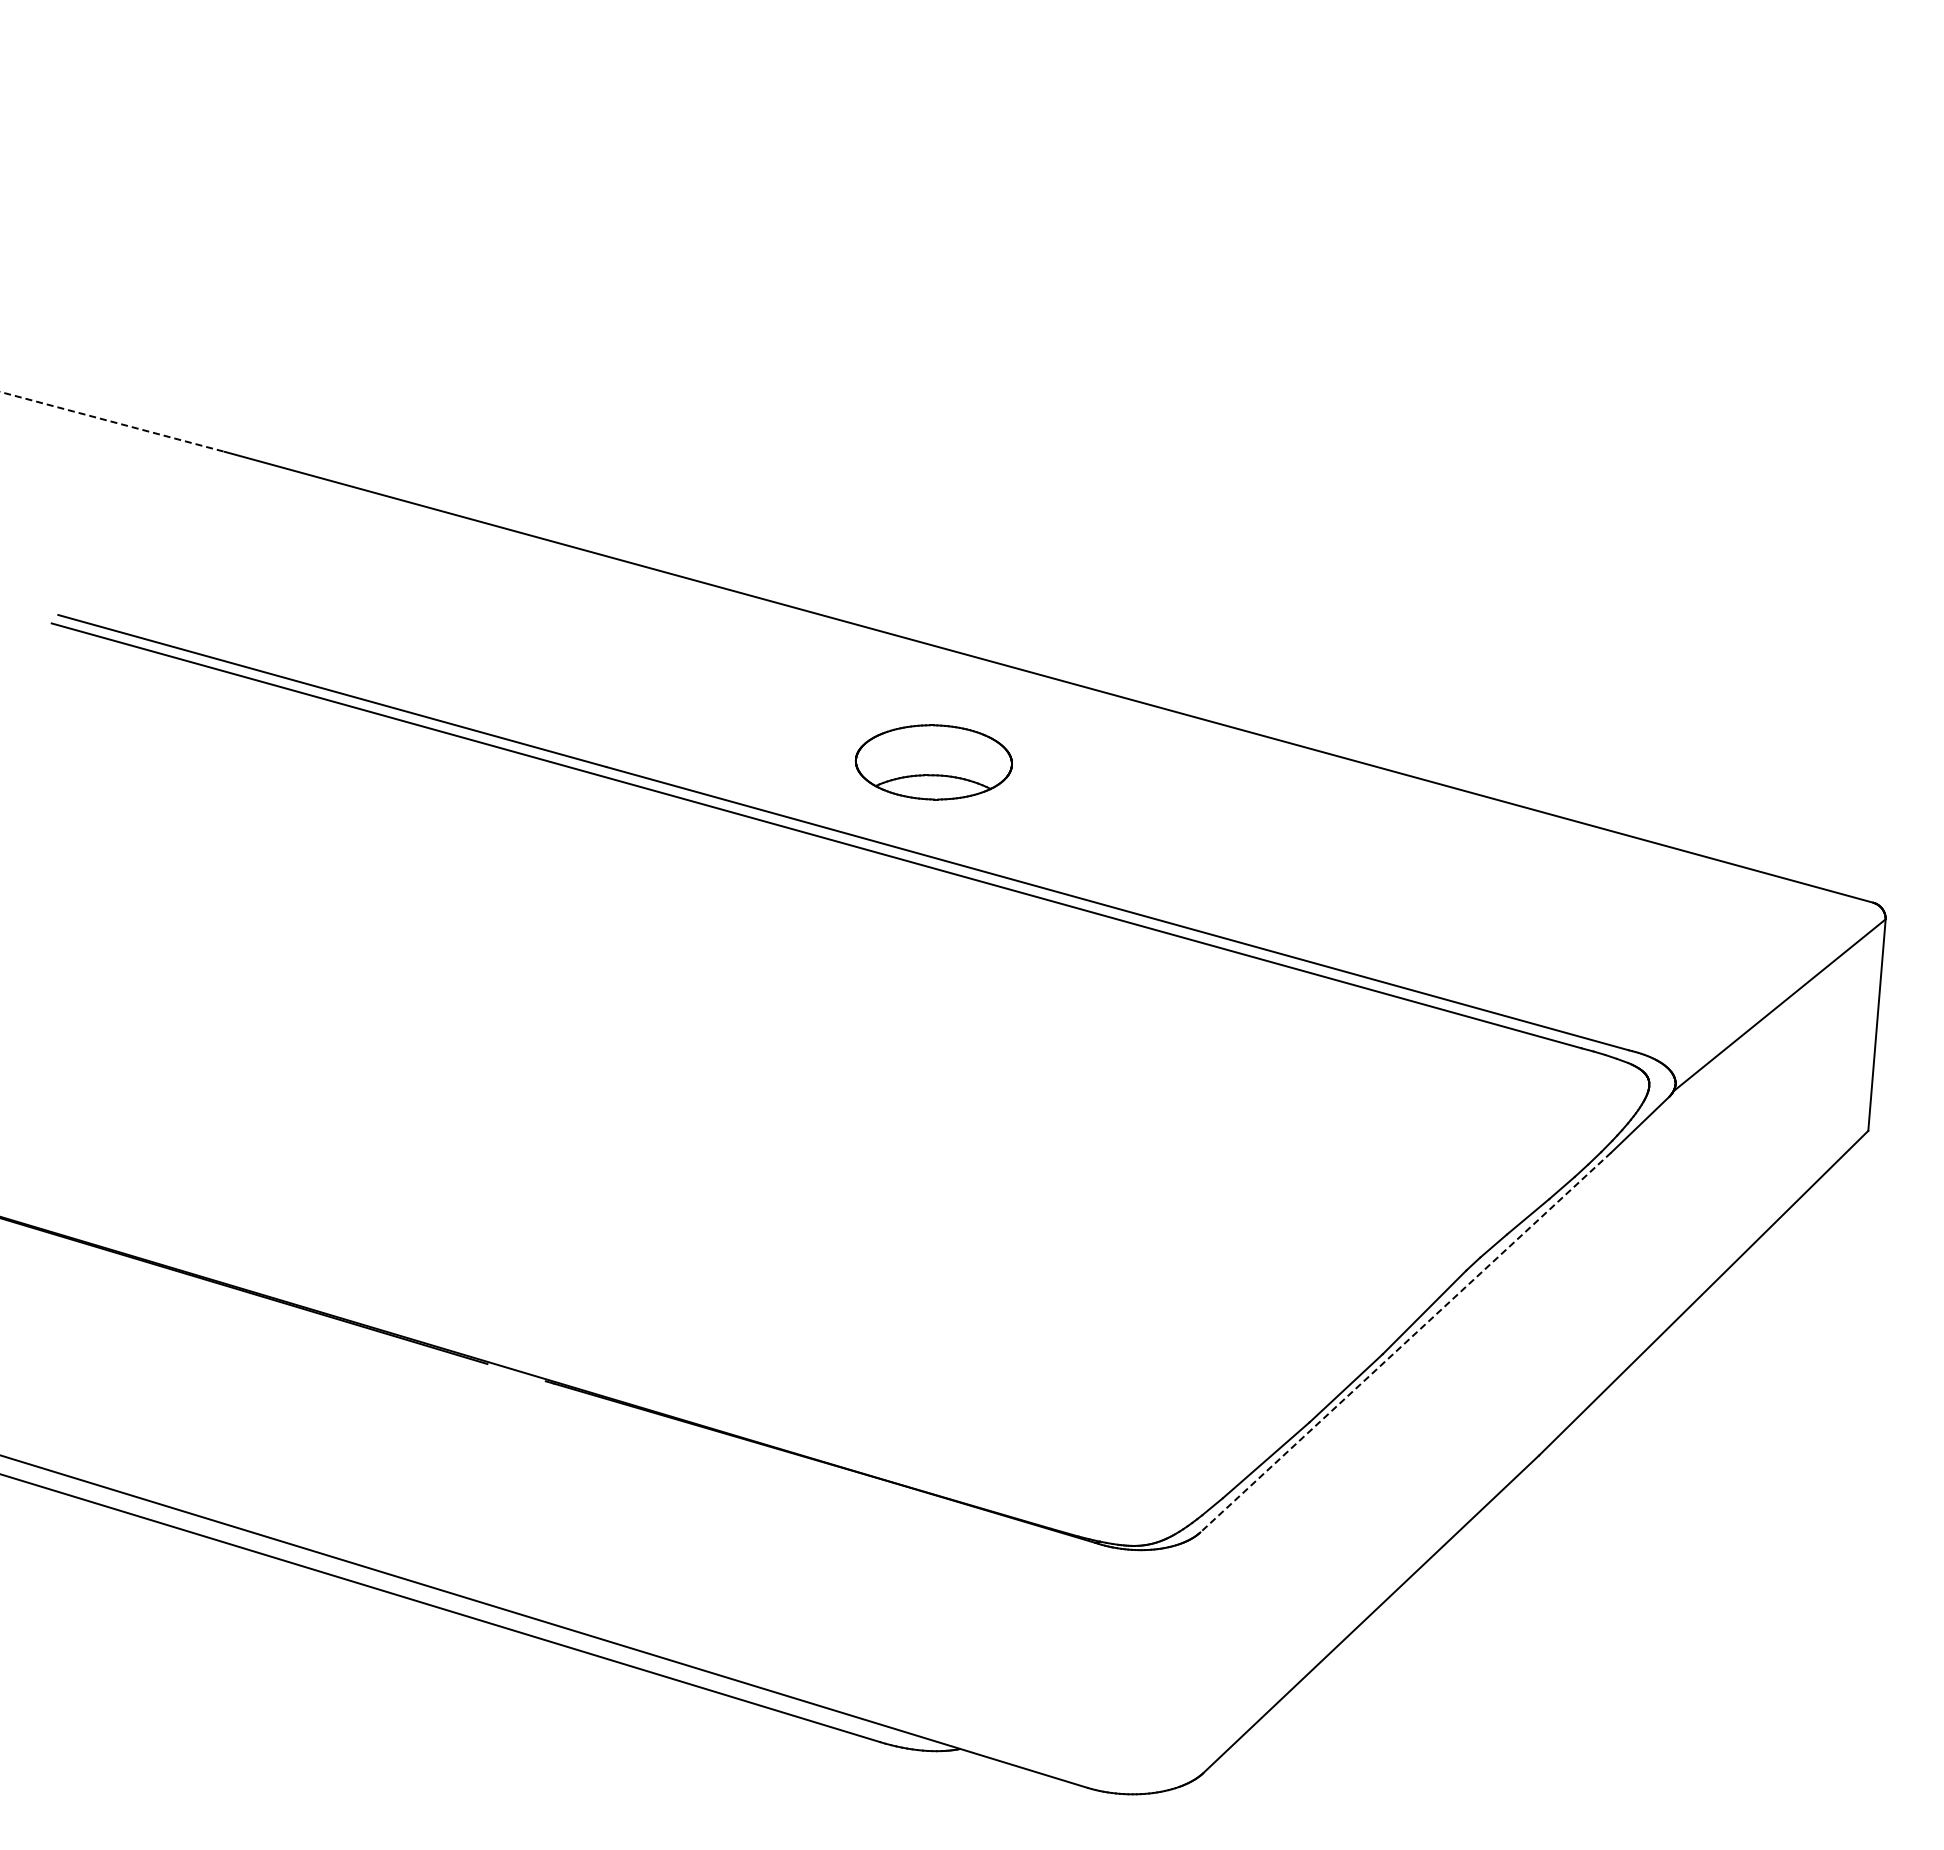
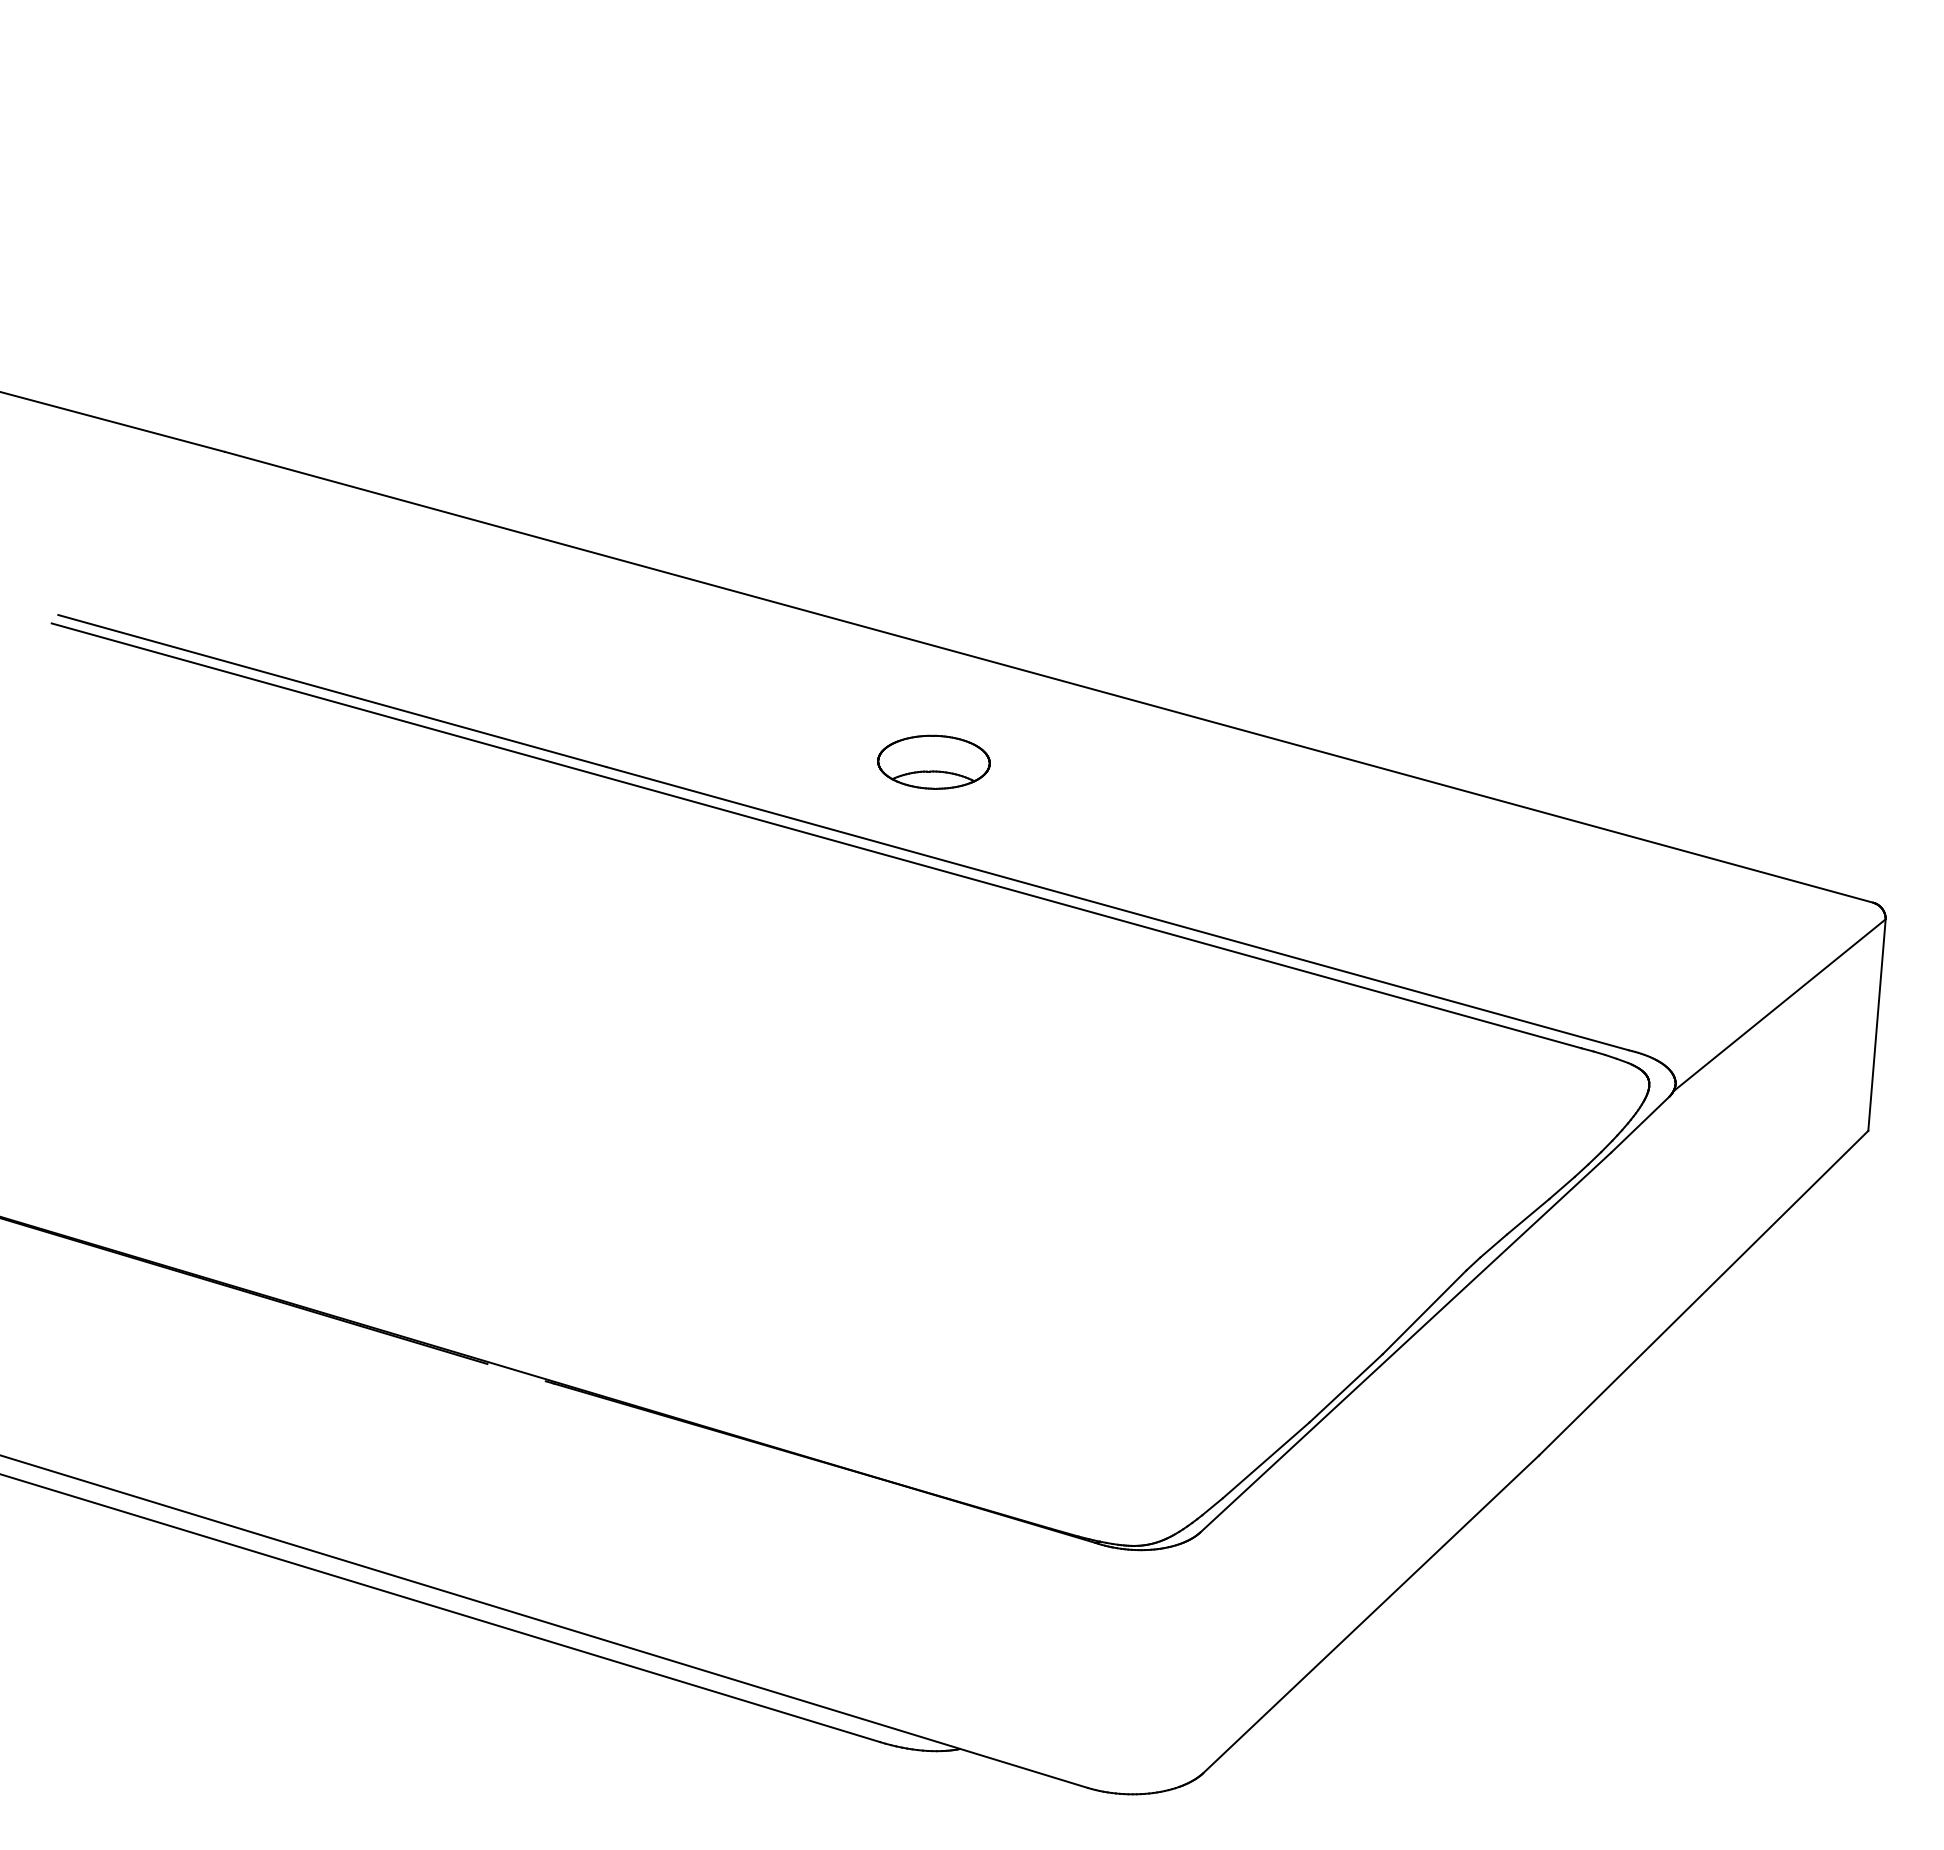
line at (112, 422): dashed -> solid
part at (933, 762) size: 159x77 px -> 114x56 px
line at (1405, 1342): dashed -> solid
